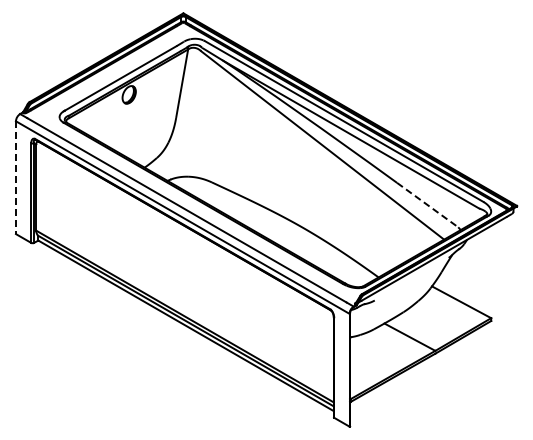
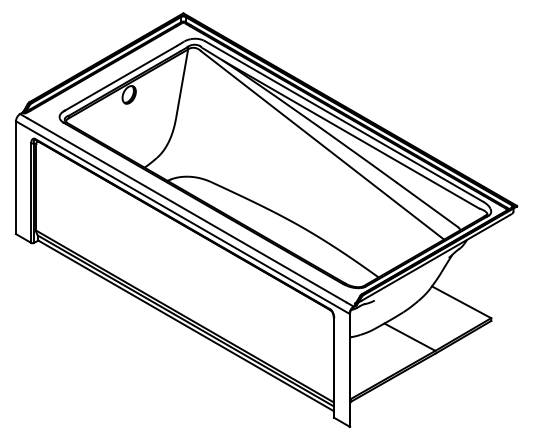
line at (15, 178): dashed -> solid
line at (427, 205): dashed -> solid
